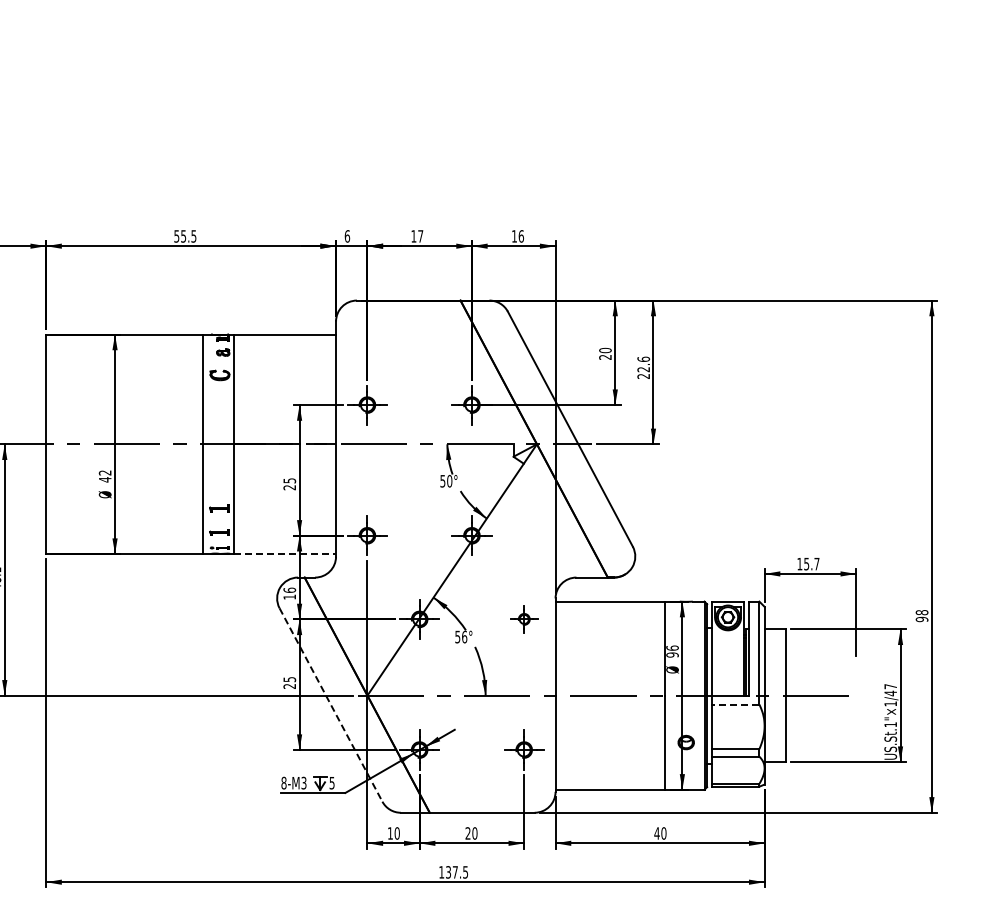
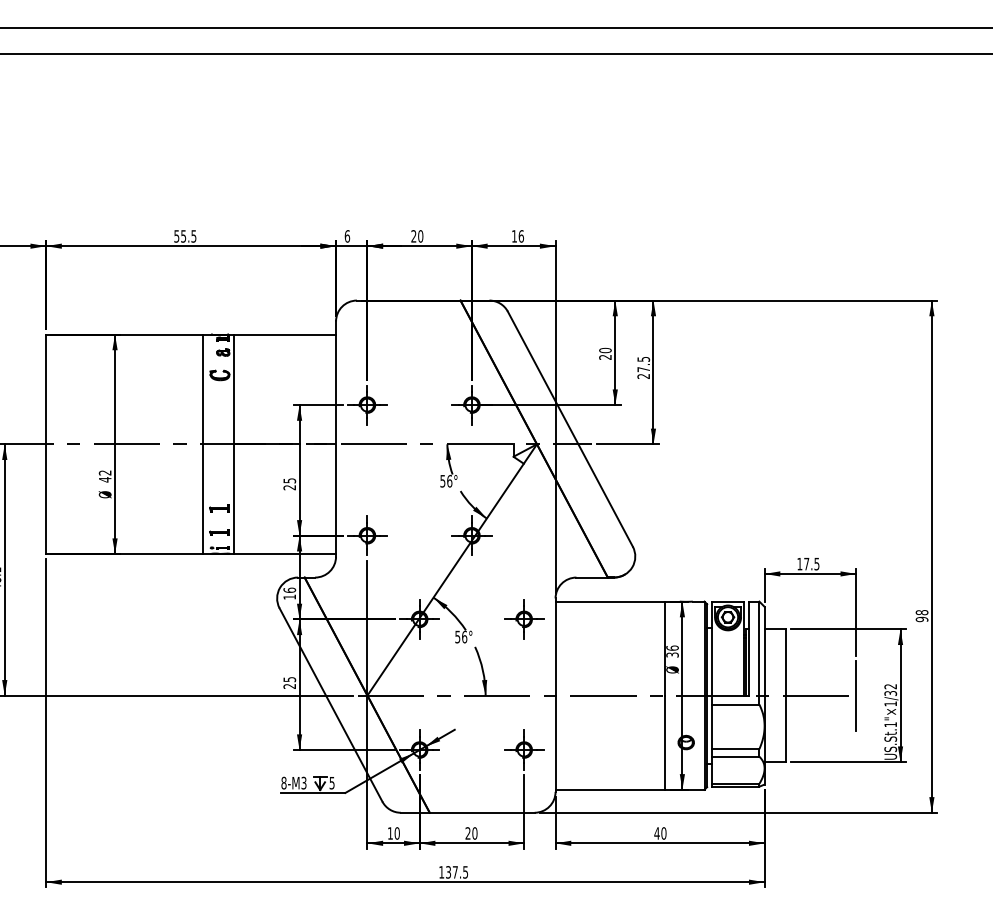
line at (495, 27): none -> present
line at (495, 53): none -> present
text at (417, 236): 17 -> 20
text at (643, 364): 22.6 -> 27.5
text at (449, 480): 50° -> 56°
line at (285, 554): dashed -> solid
text at (811, 564): 15.7 -> 17.5
part at (524, 619) size: 29x29 px -> 41x41 px
text at (672, 654): 96 -> 36
text at (890, 690): US.St.1"×1/47 -> US.St.1"×1/32
line at (856, 695): none -> present
line at (331, 704): dashed -> solid
line at (735, 704): dashed -> solid
